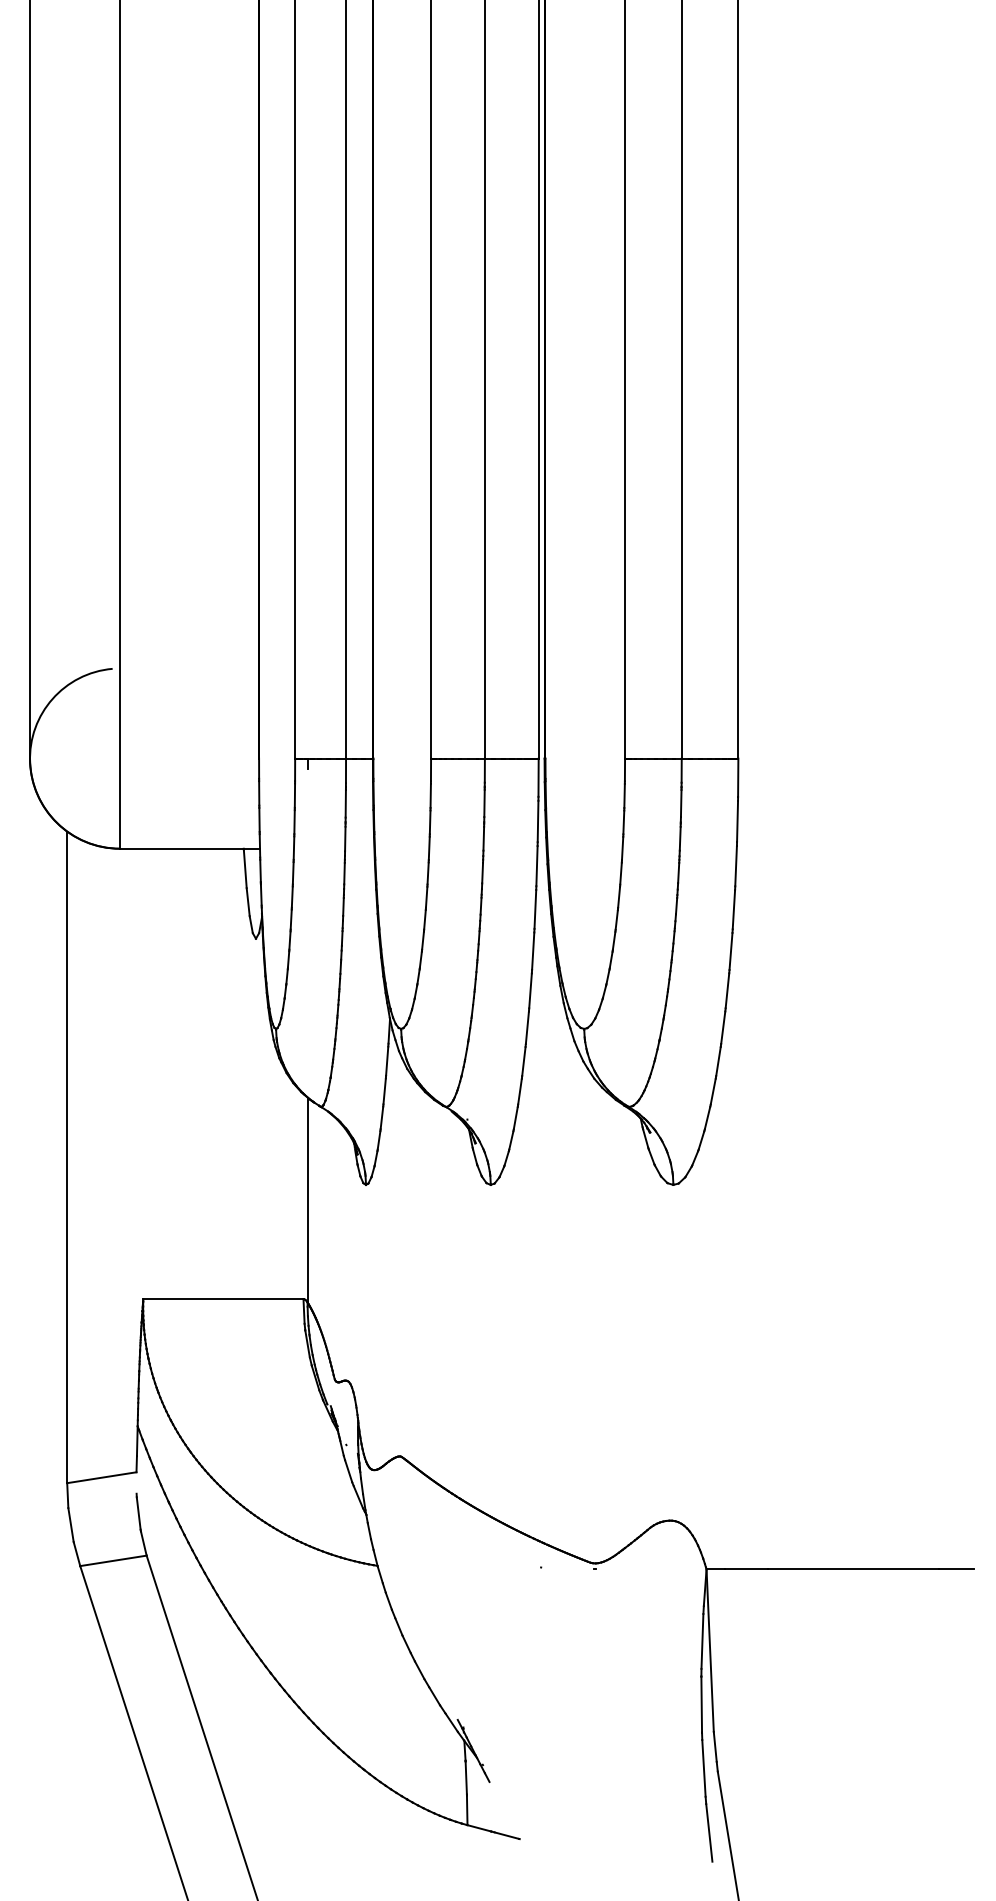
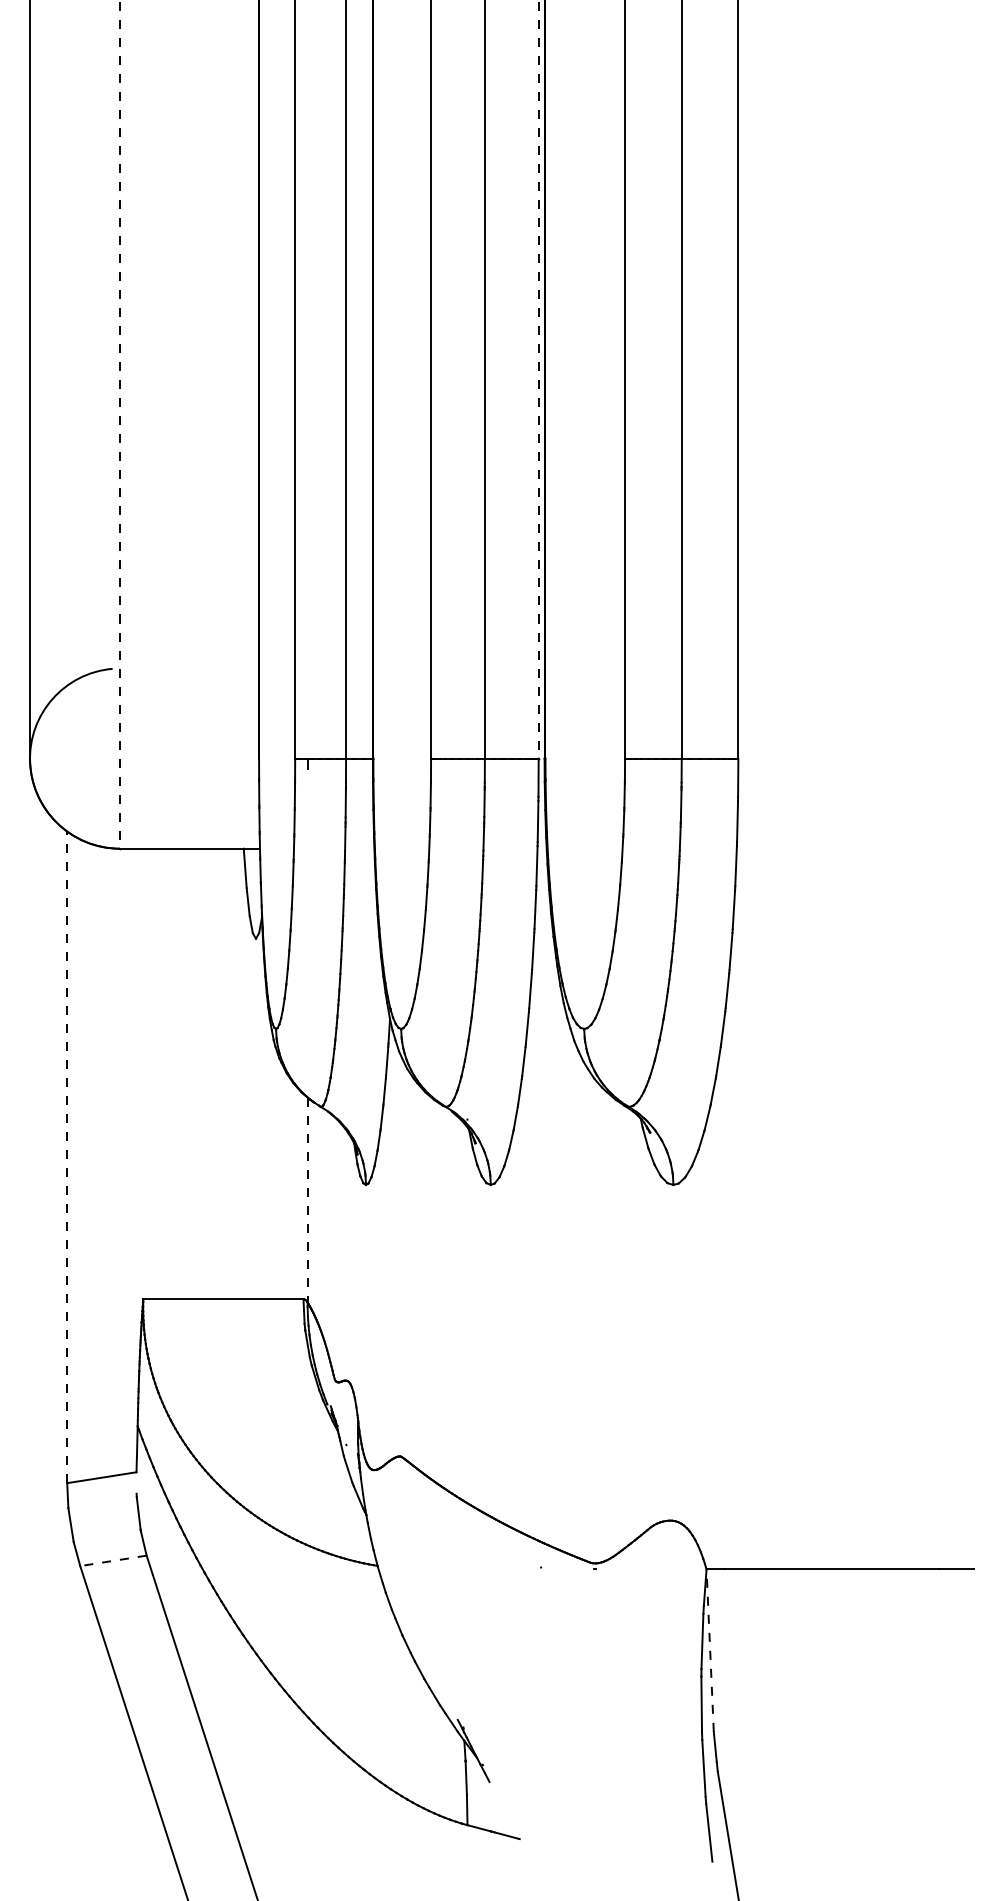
line at (538, 379): solid -> dashed
line at (120, 424): solid -> dashed
line at (67, 1157): solid -> dashed
line at (307, 1200): solid -> dashed
line at (113, 1560): solid -> dashed
line at (710, 1650): solid -> dashed
